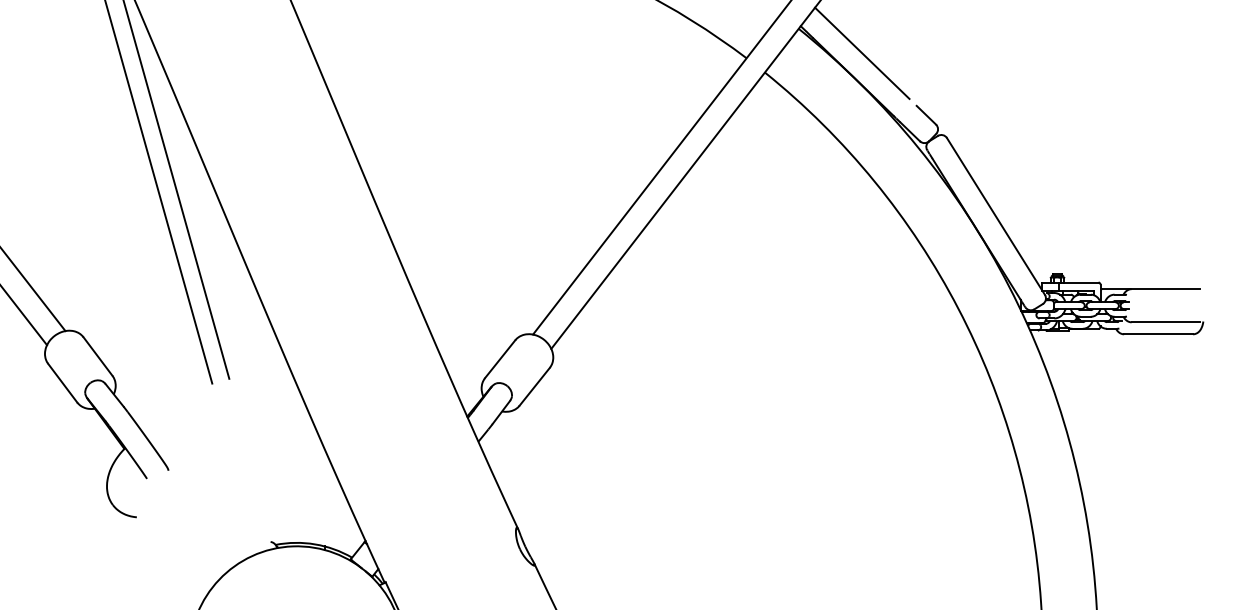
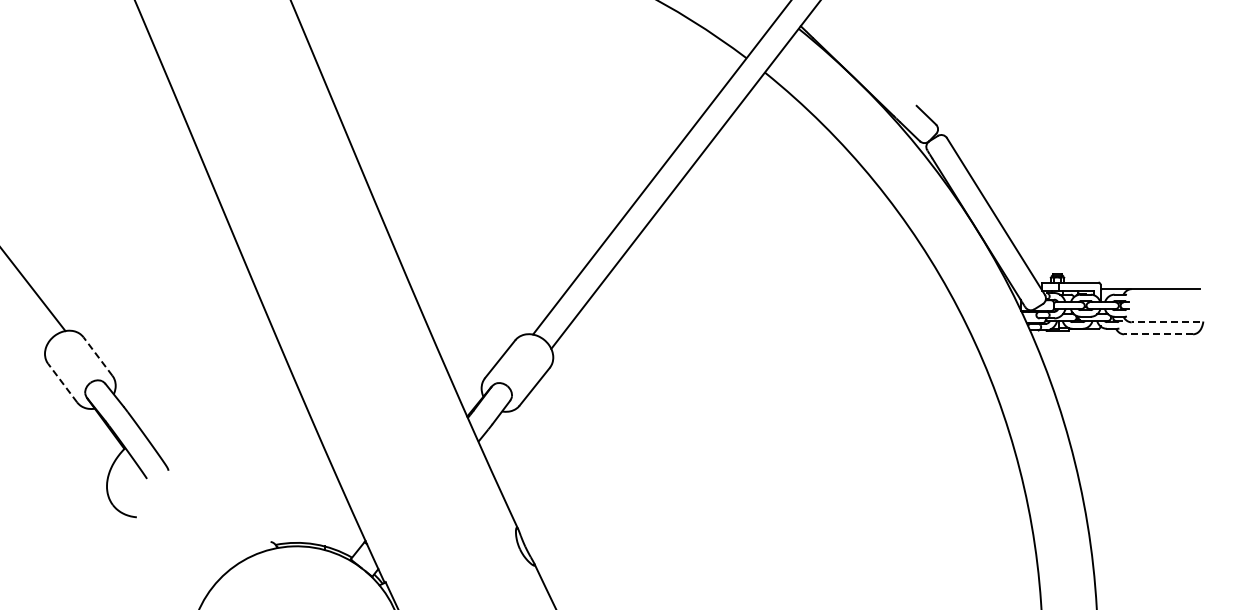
line at (862, 52): present -> none
line at (176, 190): present -> none
line at (158, 192): present -> none
line at (24, 316): present -> none
line at (1165, 322): solid -> dashed
line at (1158, 334): solid -> dashed
line at (97, 356): solid -> dashed
line at (62, 382): solid -> dashed
